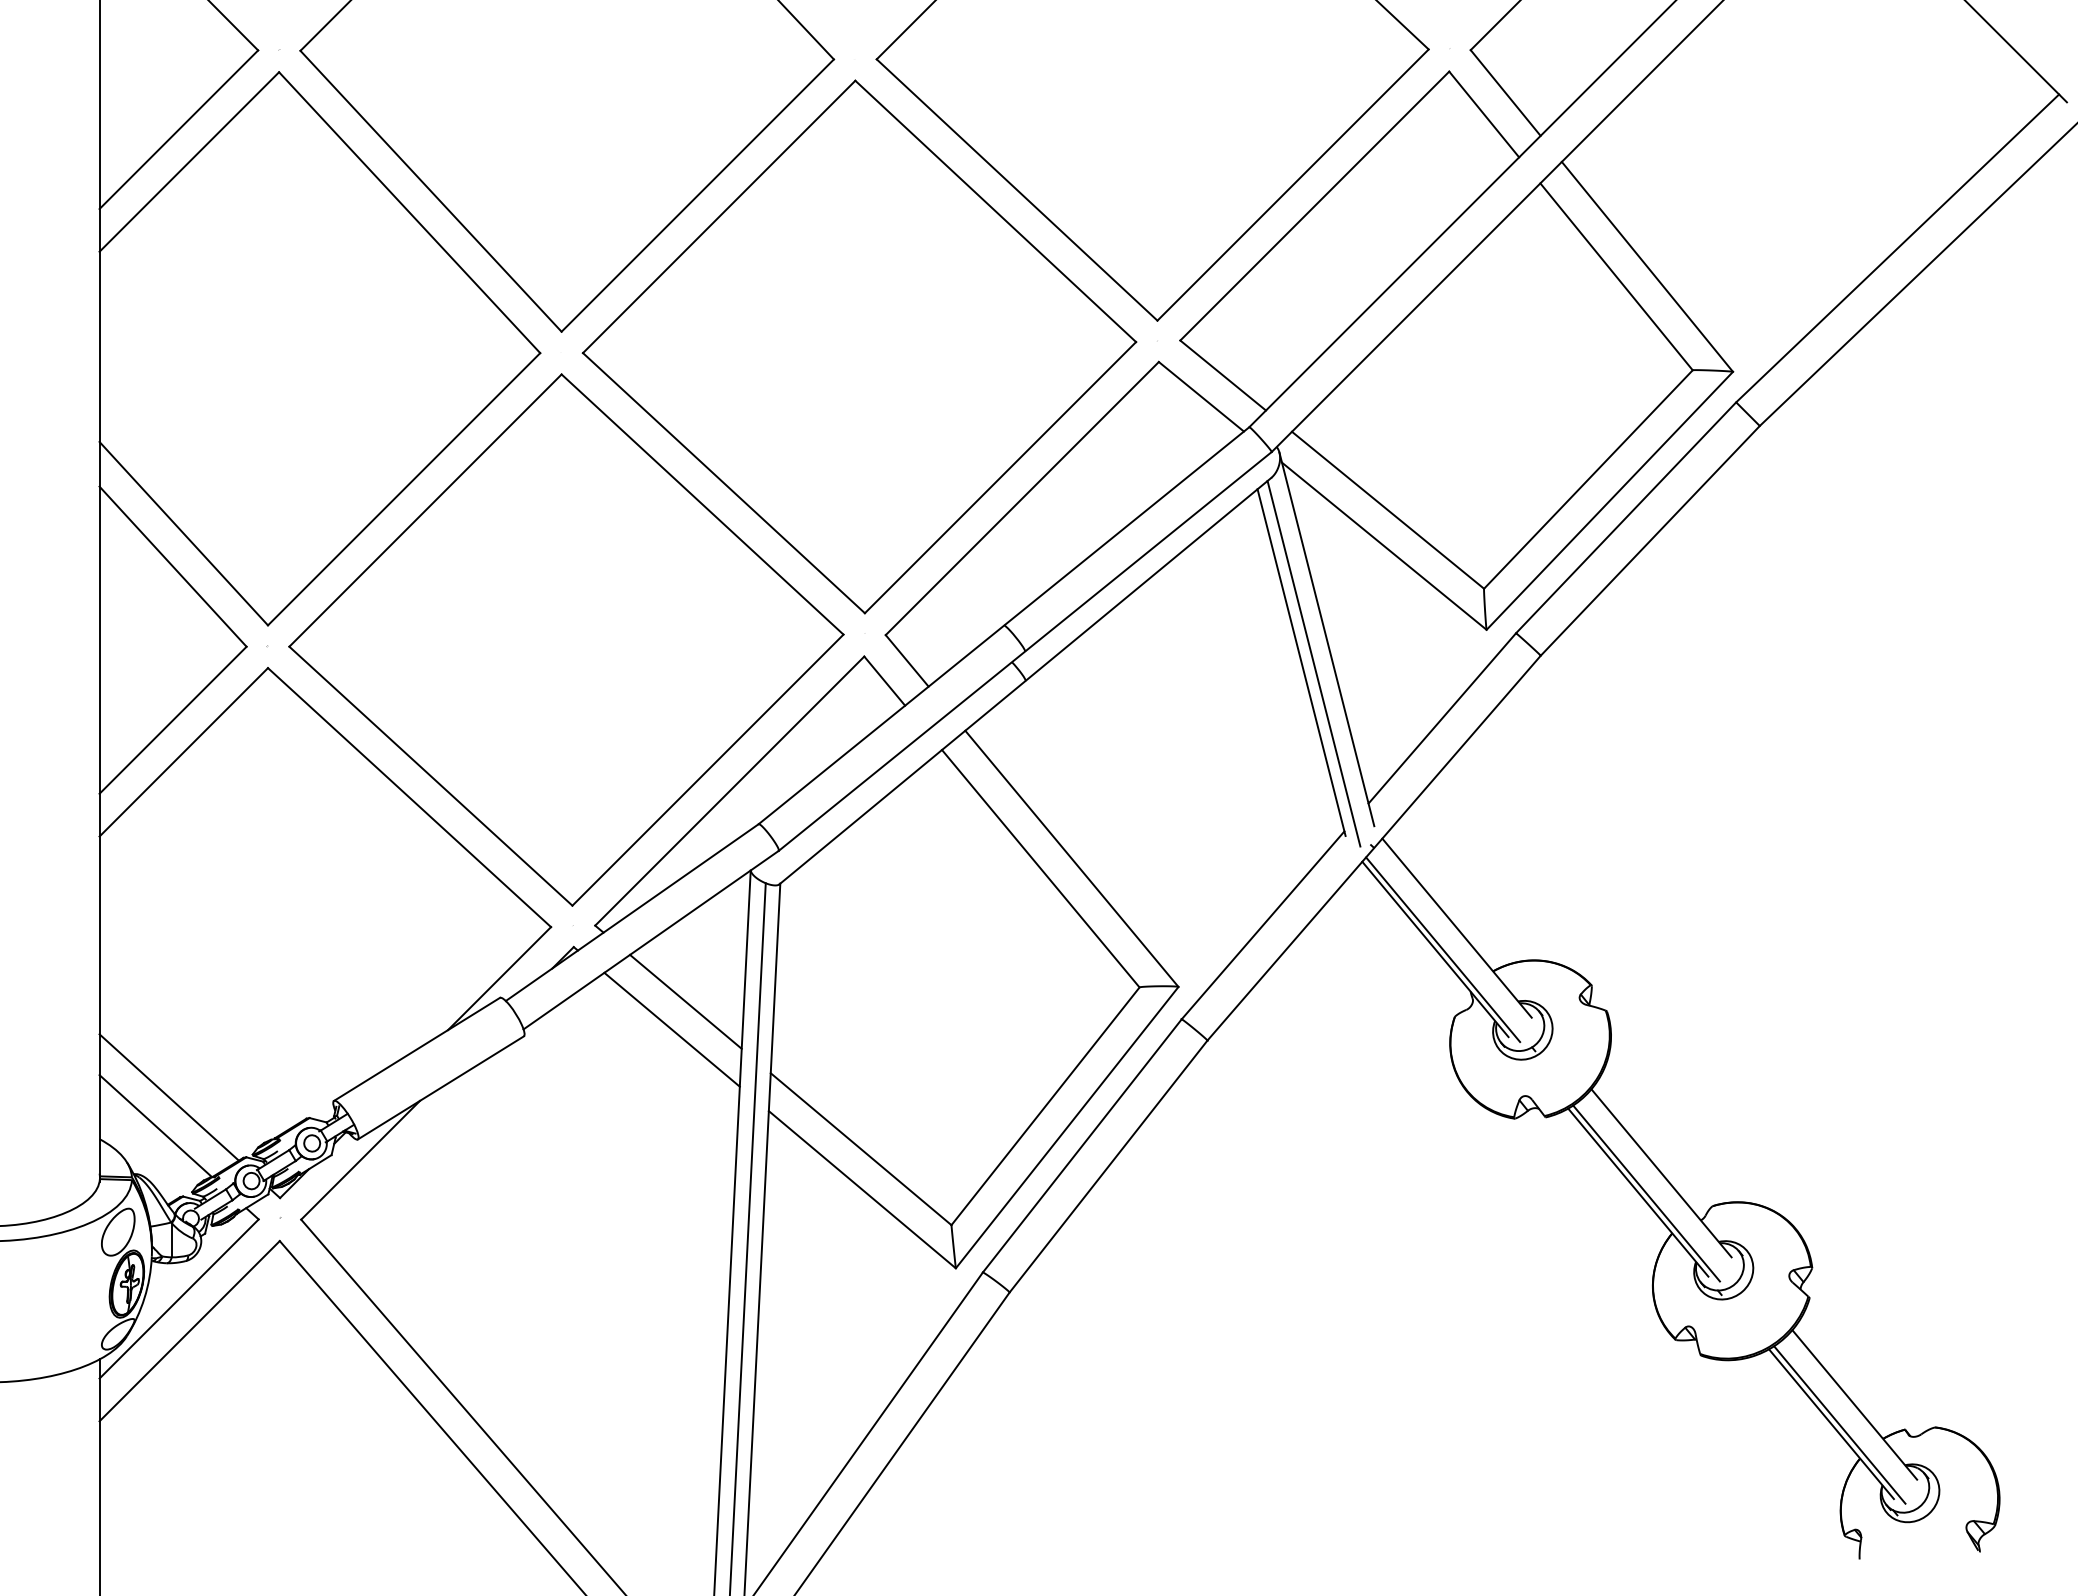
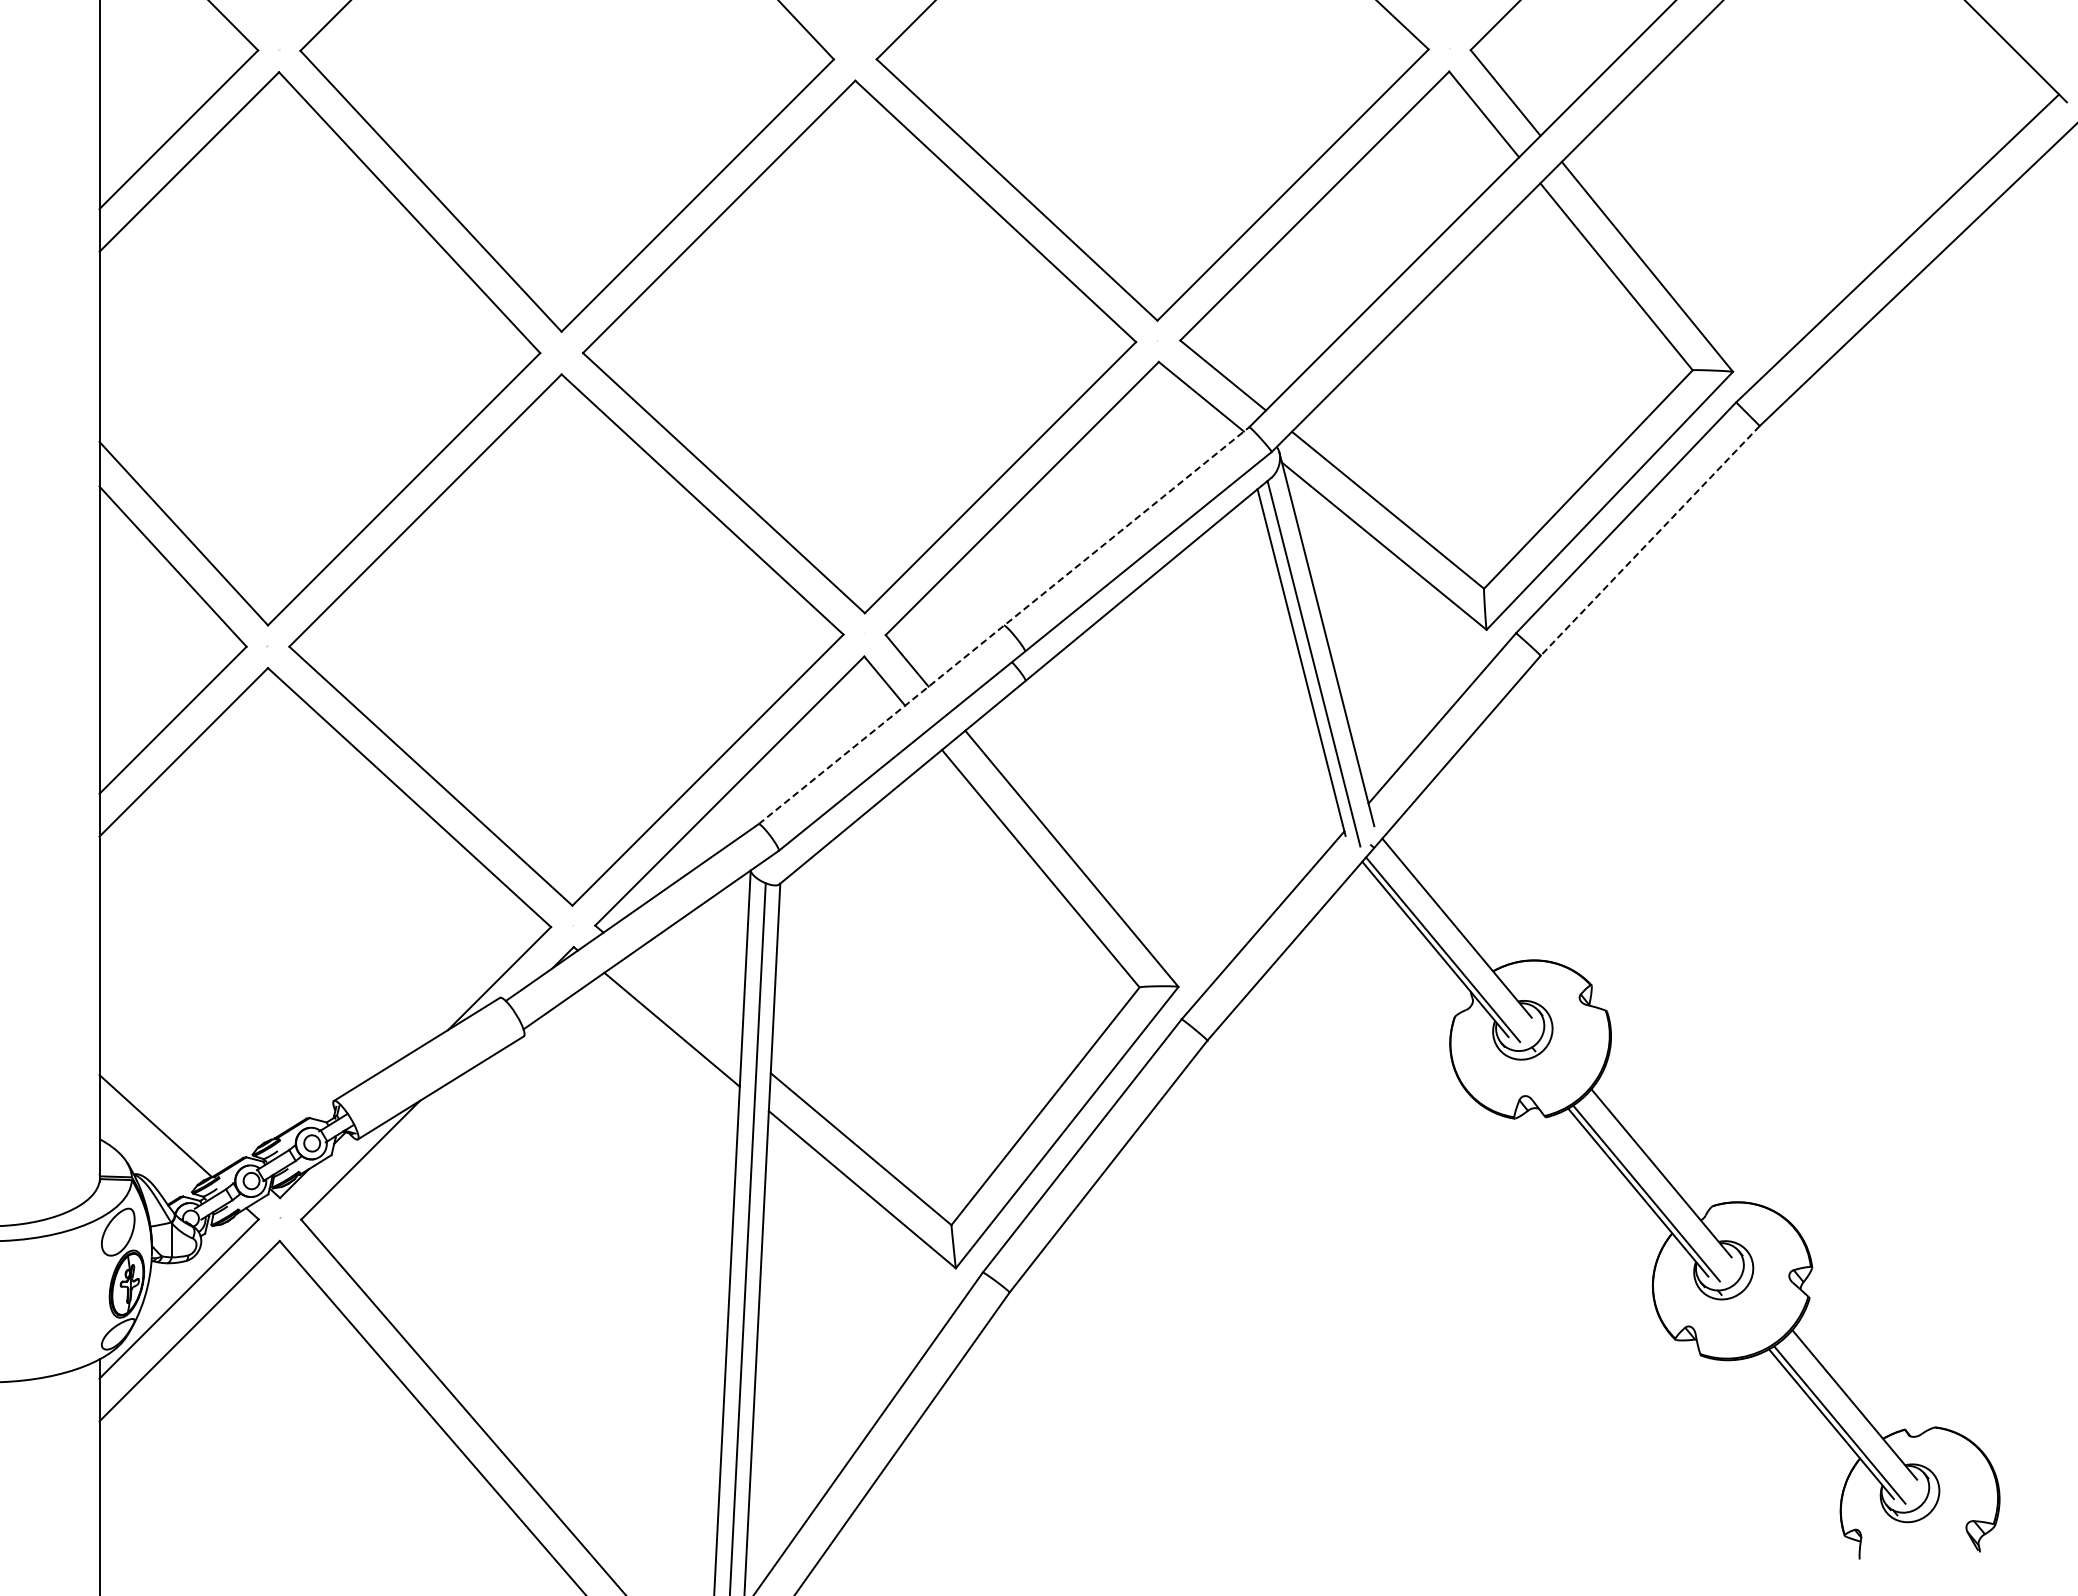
line at (1650, 540): solid -> dashed
line at (1004, 625): solid -> dashed
line at (685, 1001): present -> none
line at (168, 1097): present -> none
